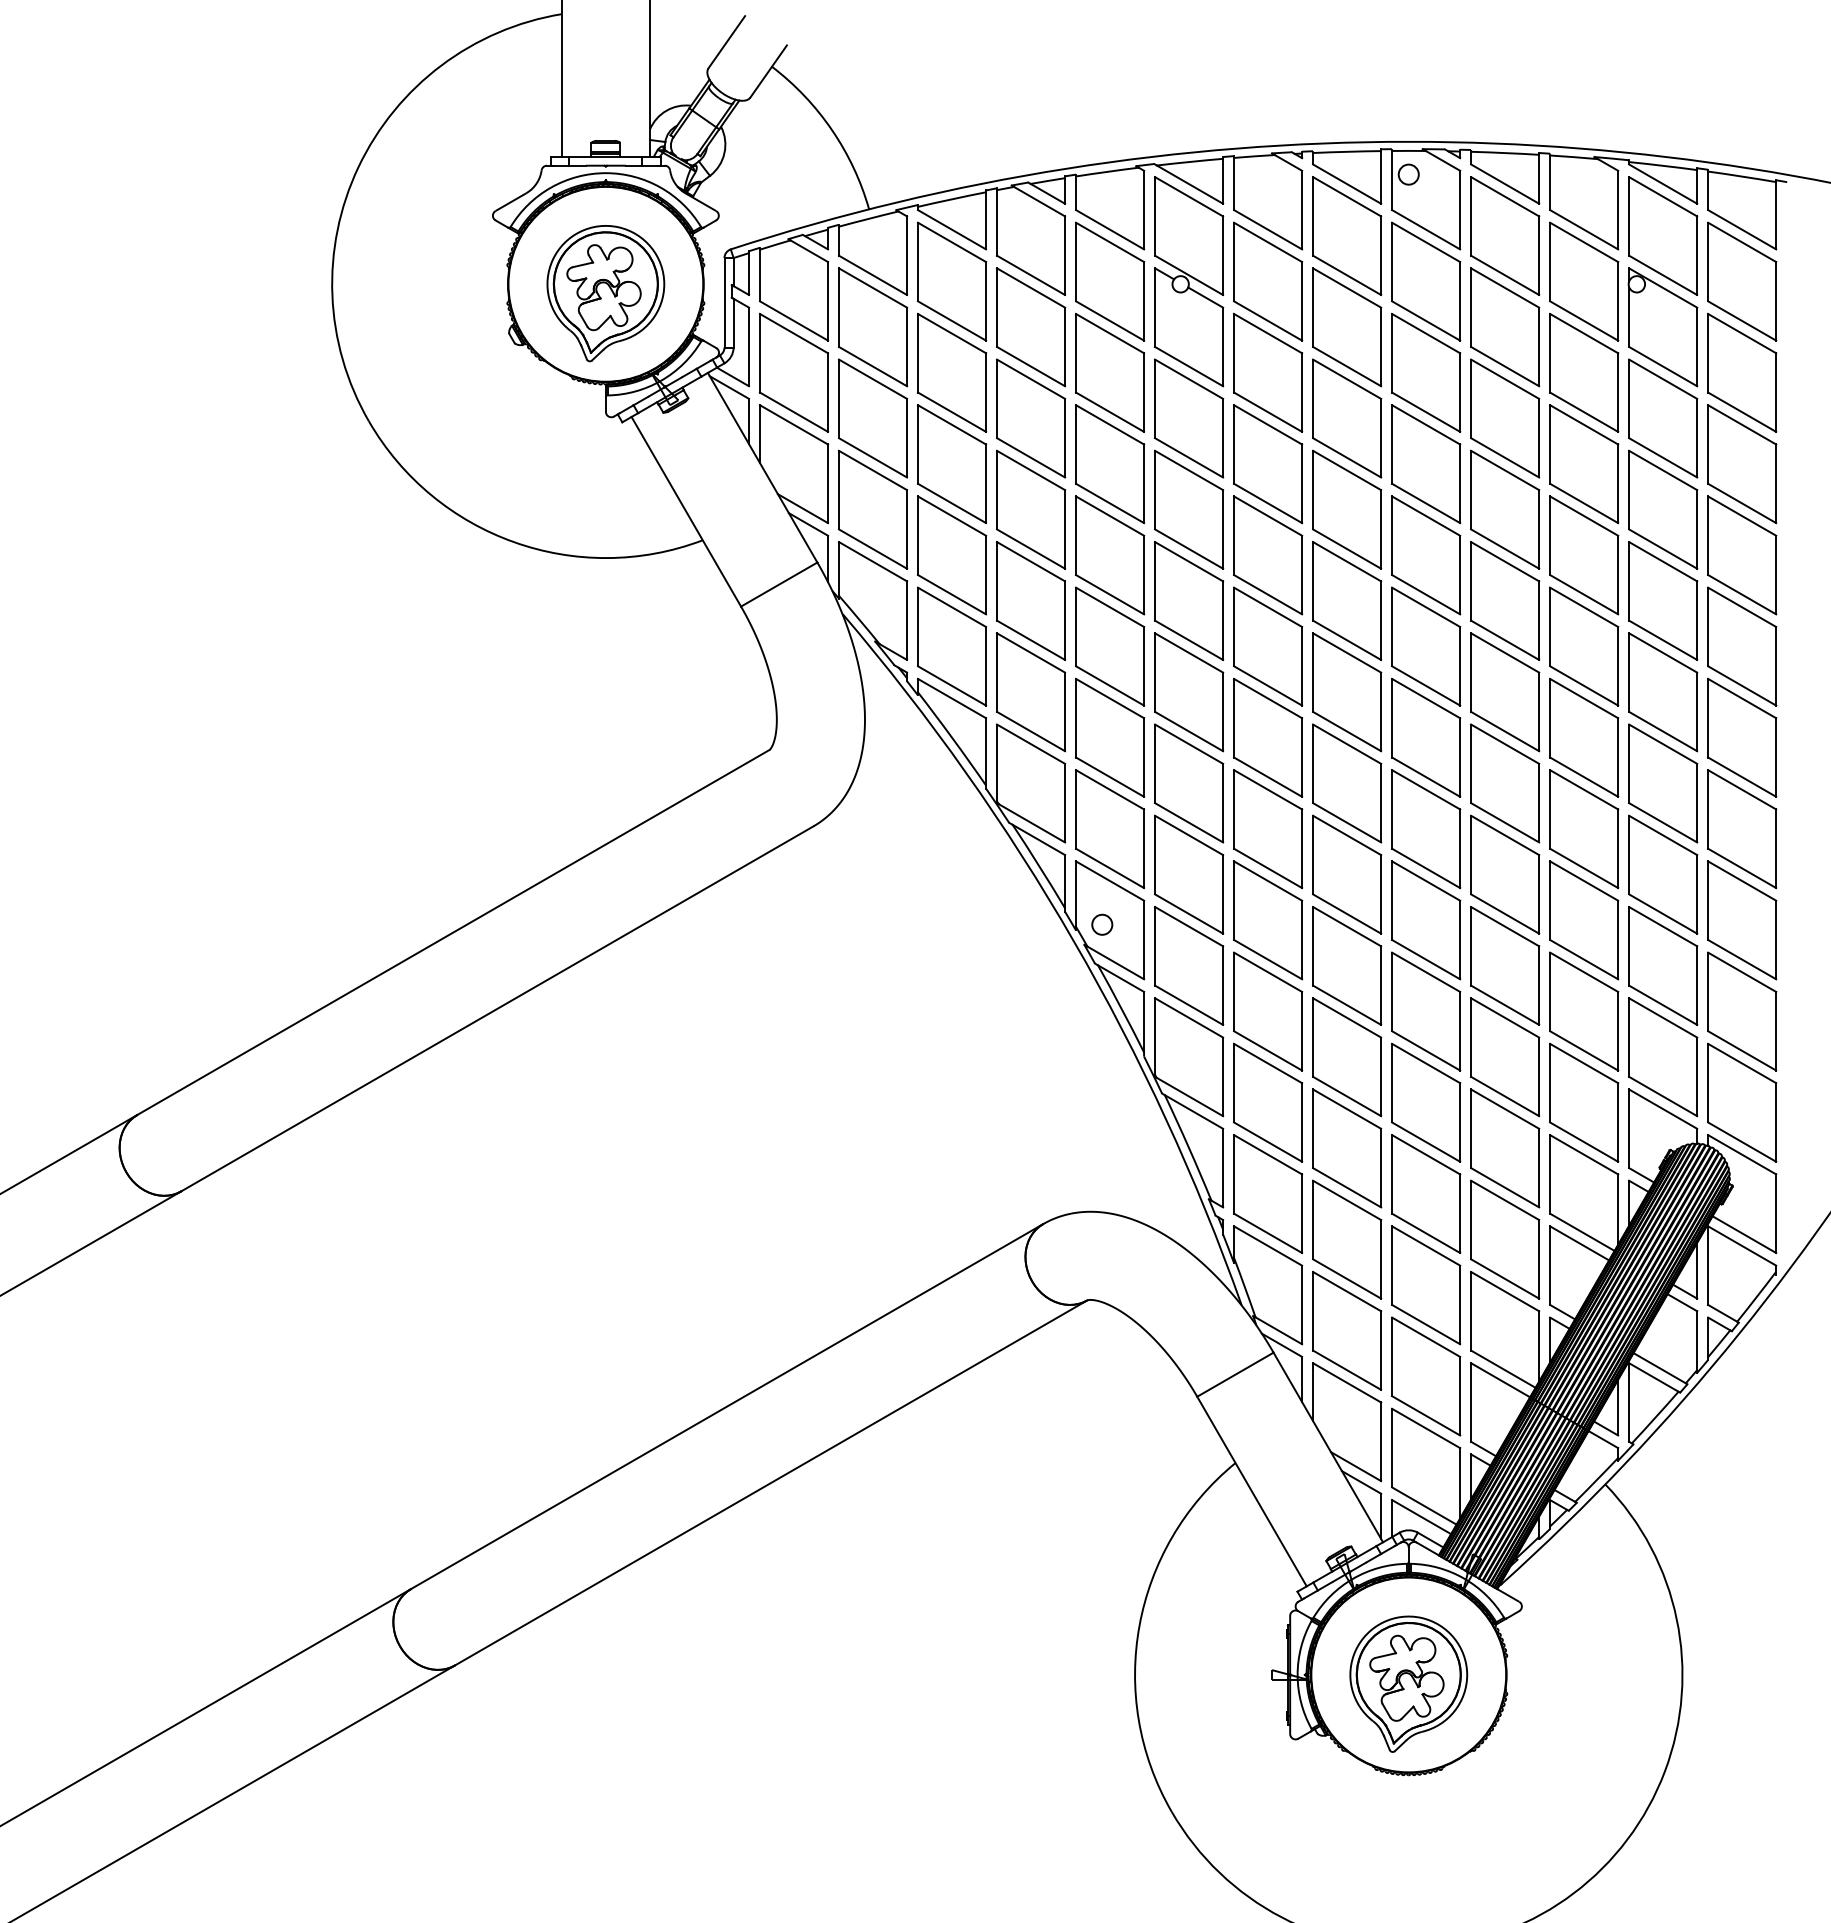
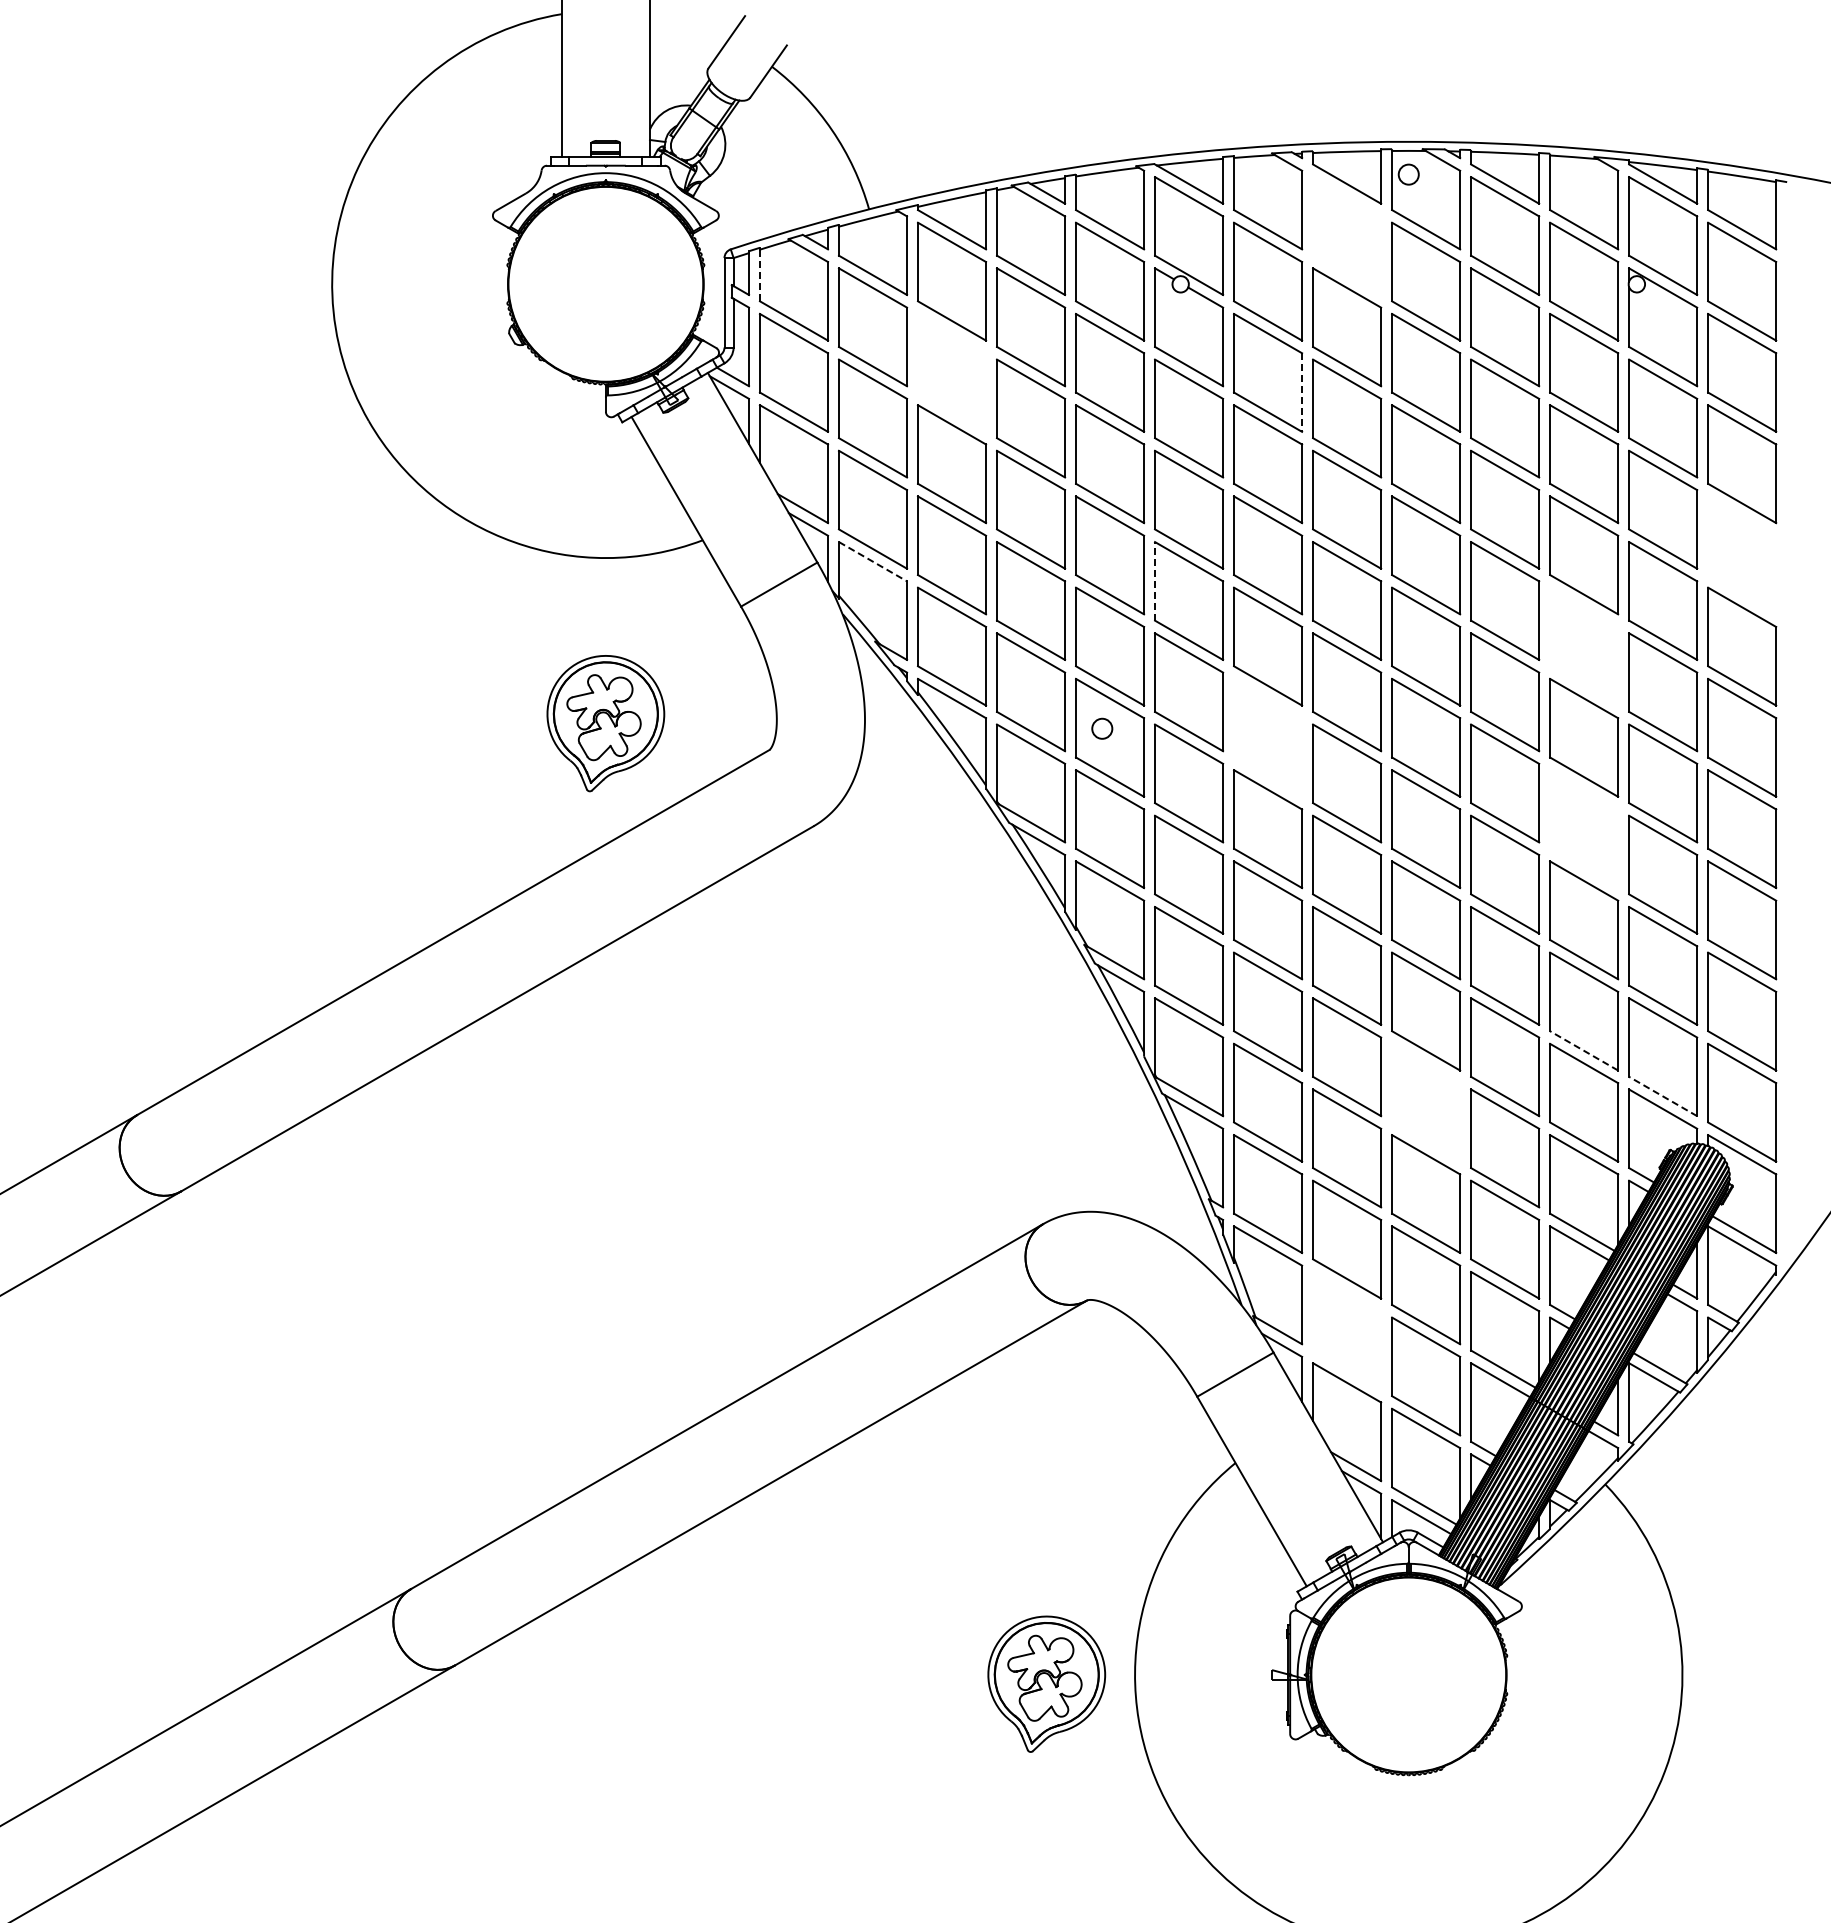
part at (1347, 235): present -> none
line at (759, 275): solid -> dashed
part at (605, 293) position: (605, 293) -> (605, 723)
part at (952, 372): present -> none
line at (1302, 393): solid -> dashed
part at (1742, 555): present -> none
line at (873, 561): solid -> dashed
line at (1155, 580): solid -> dashed
part at (1584, 646): present -> none
part at (1268, 737): present -> none
part at (1584, 829): present -> none
circle at (1102, 924) position: (1102, 924) -> (1102, 728)
line at (1583, 1050): solid -> dashed
line at (1662, 1096): solid -> dashed
part at (1426, 1102): present -> none
part at (1347, 1330): present -> none
part at (1408, 1683) position: (1408, 1683) -> (1046, 1683)
